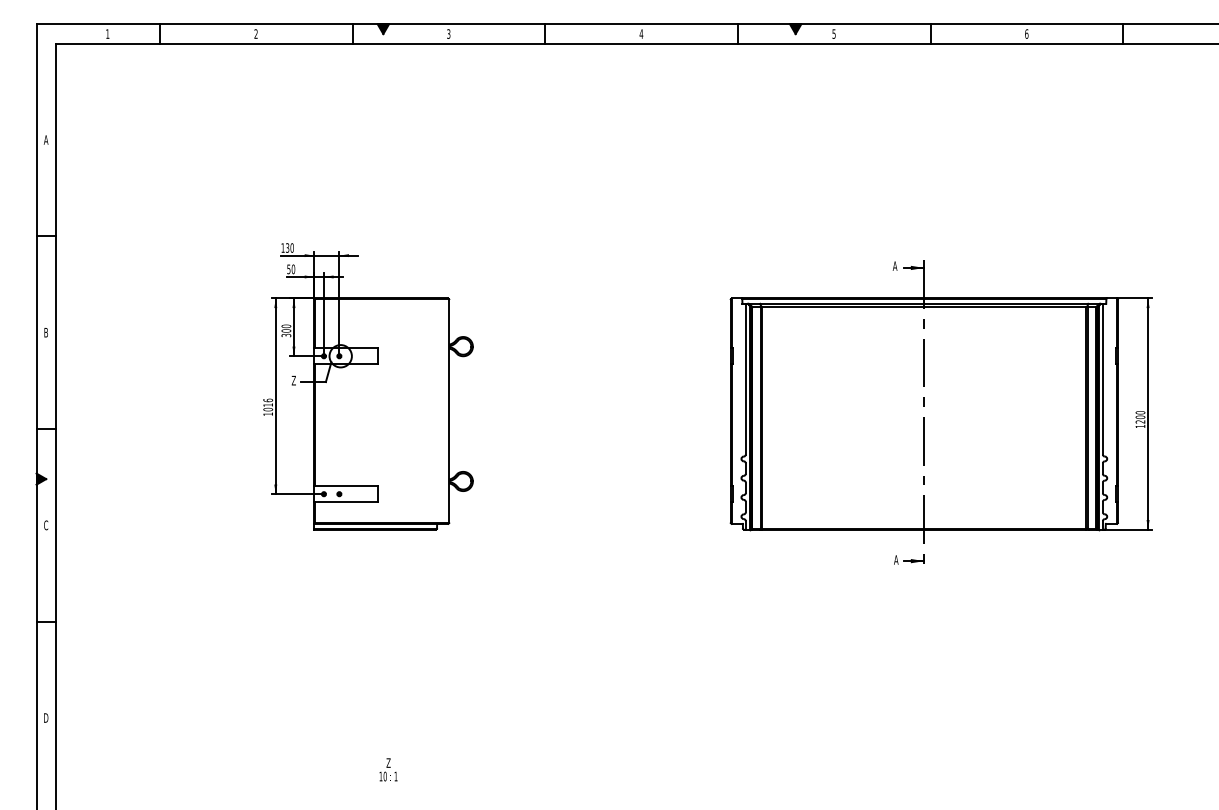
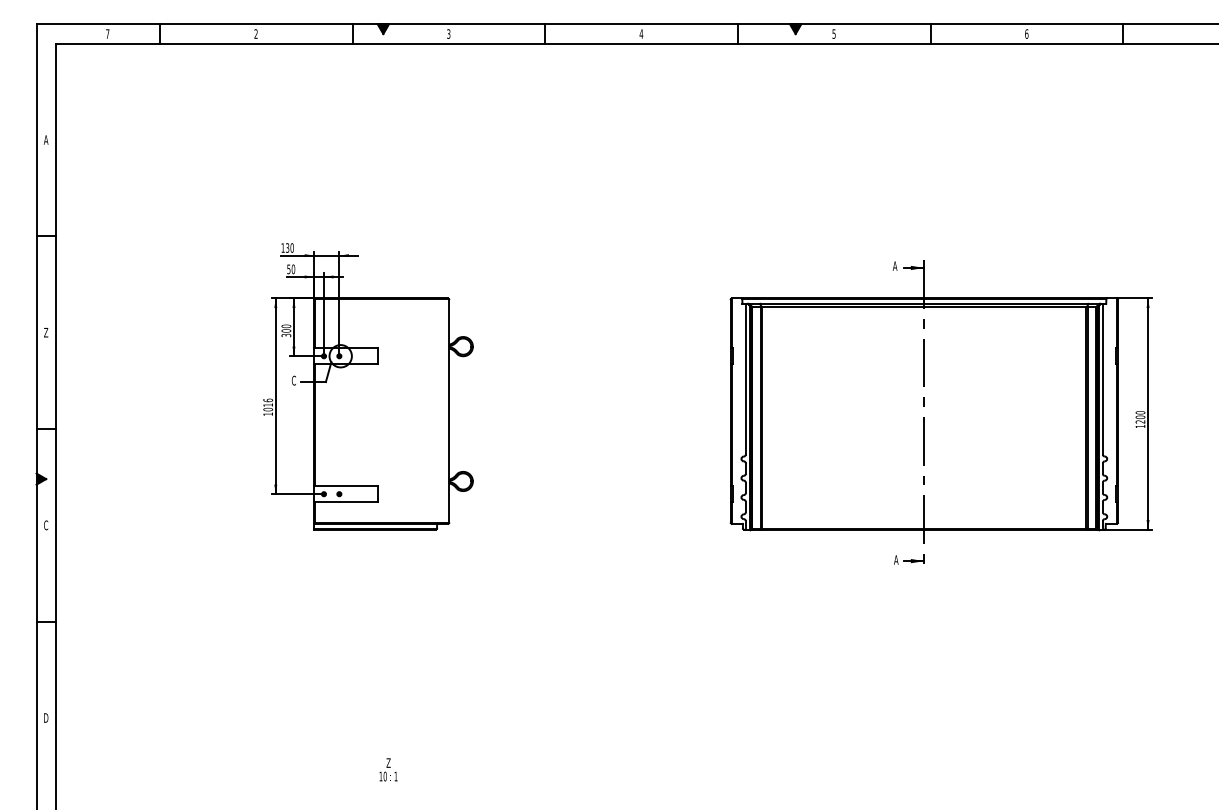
text at (107, 33): 1 -> 7
text at (46, 332): B -> Z
text at (293, 380): Z -> C
